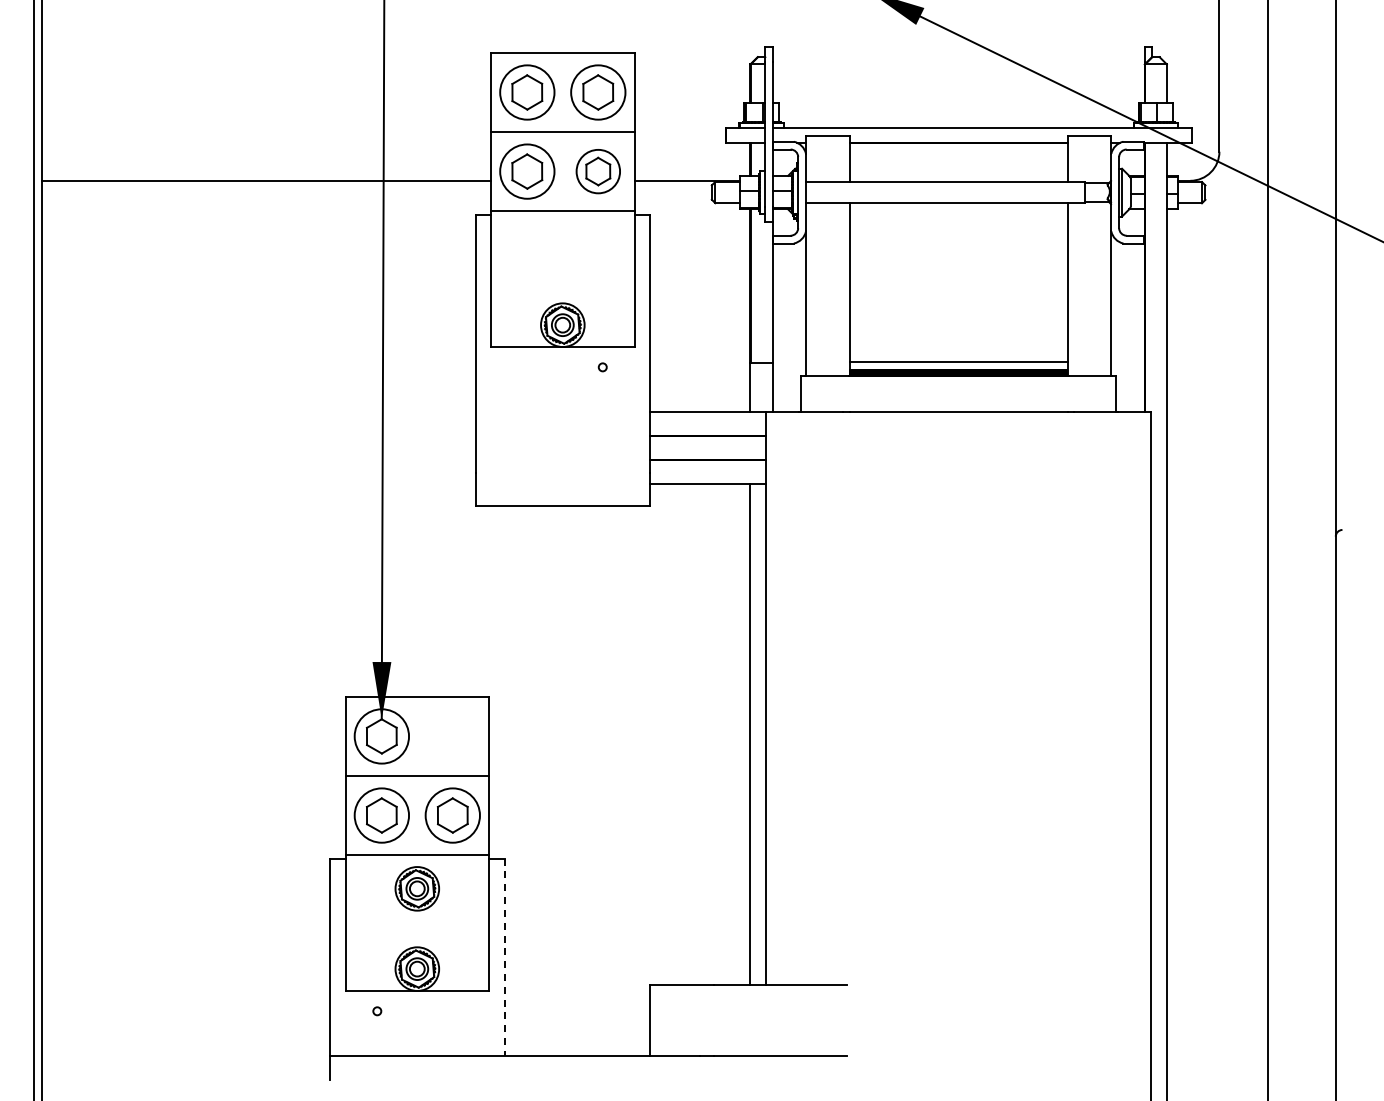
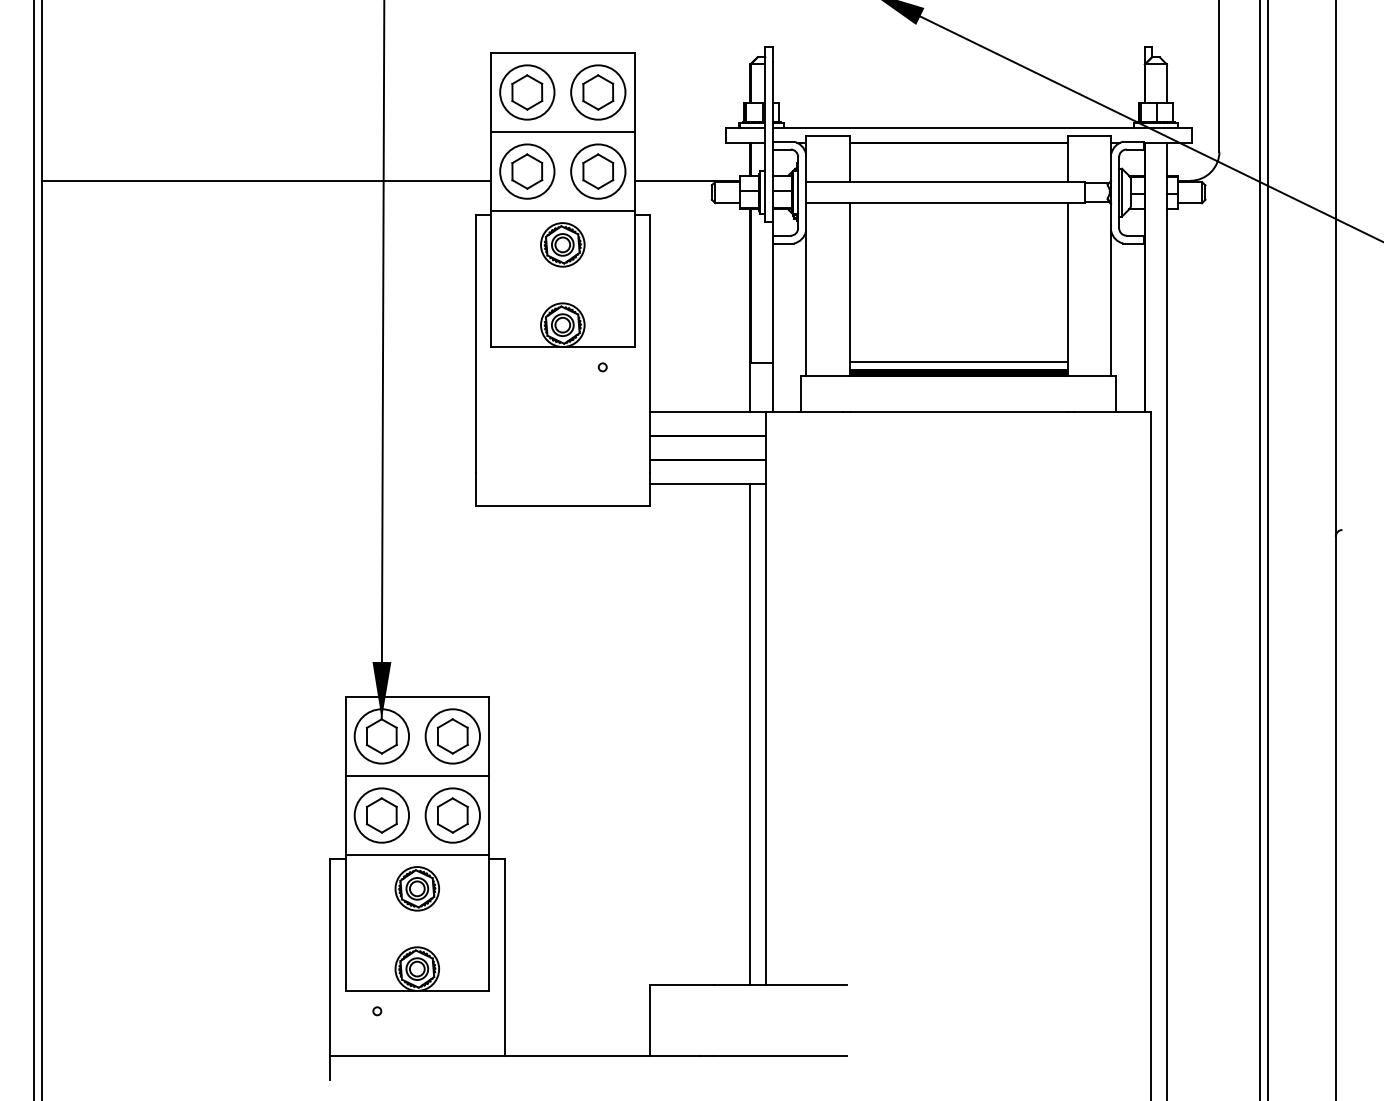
part at (597, 171) size: 46x46 px -> 57x57 px
part at (562, 244): none -> present
line at (1260, 549): none -> present
part at (452, 736): none -> present
line at (504, 957): dashed -> solid
